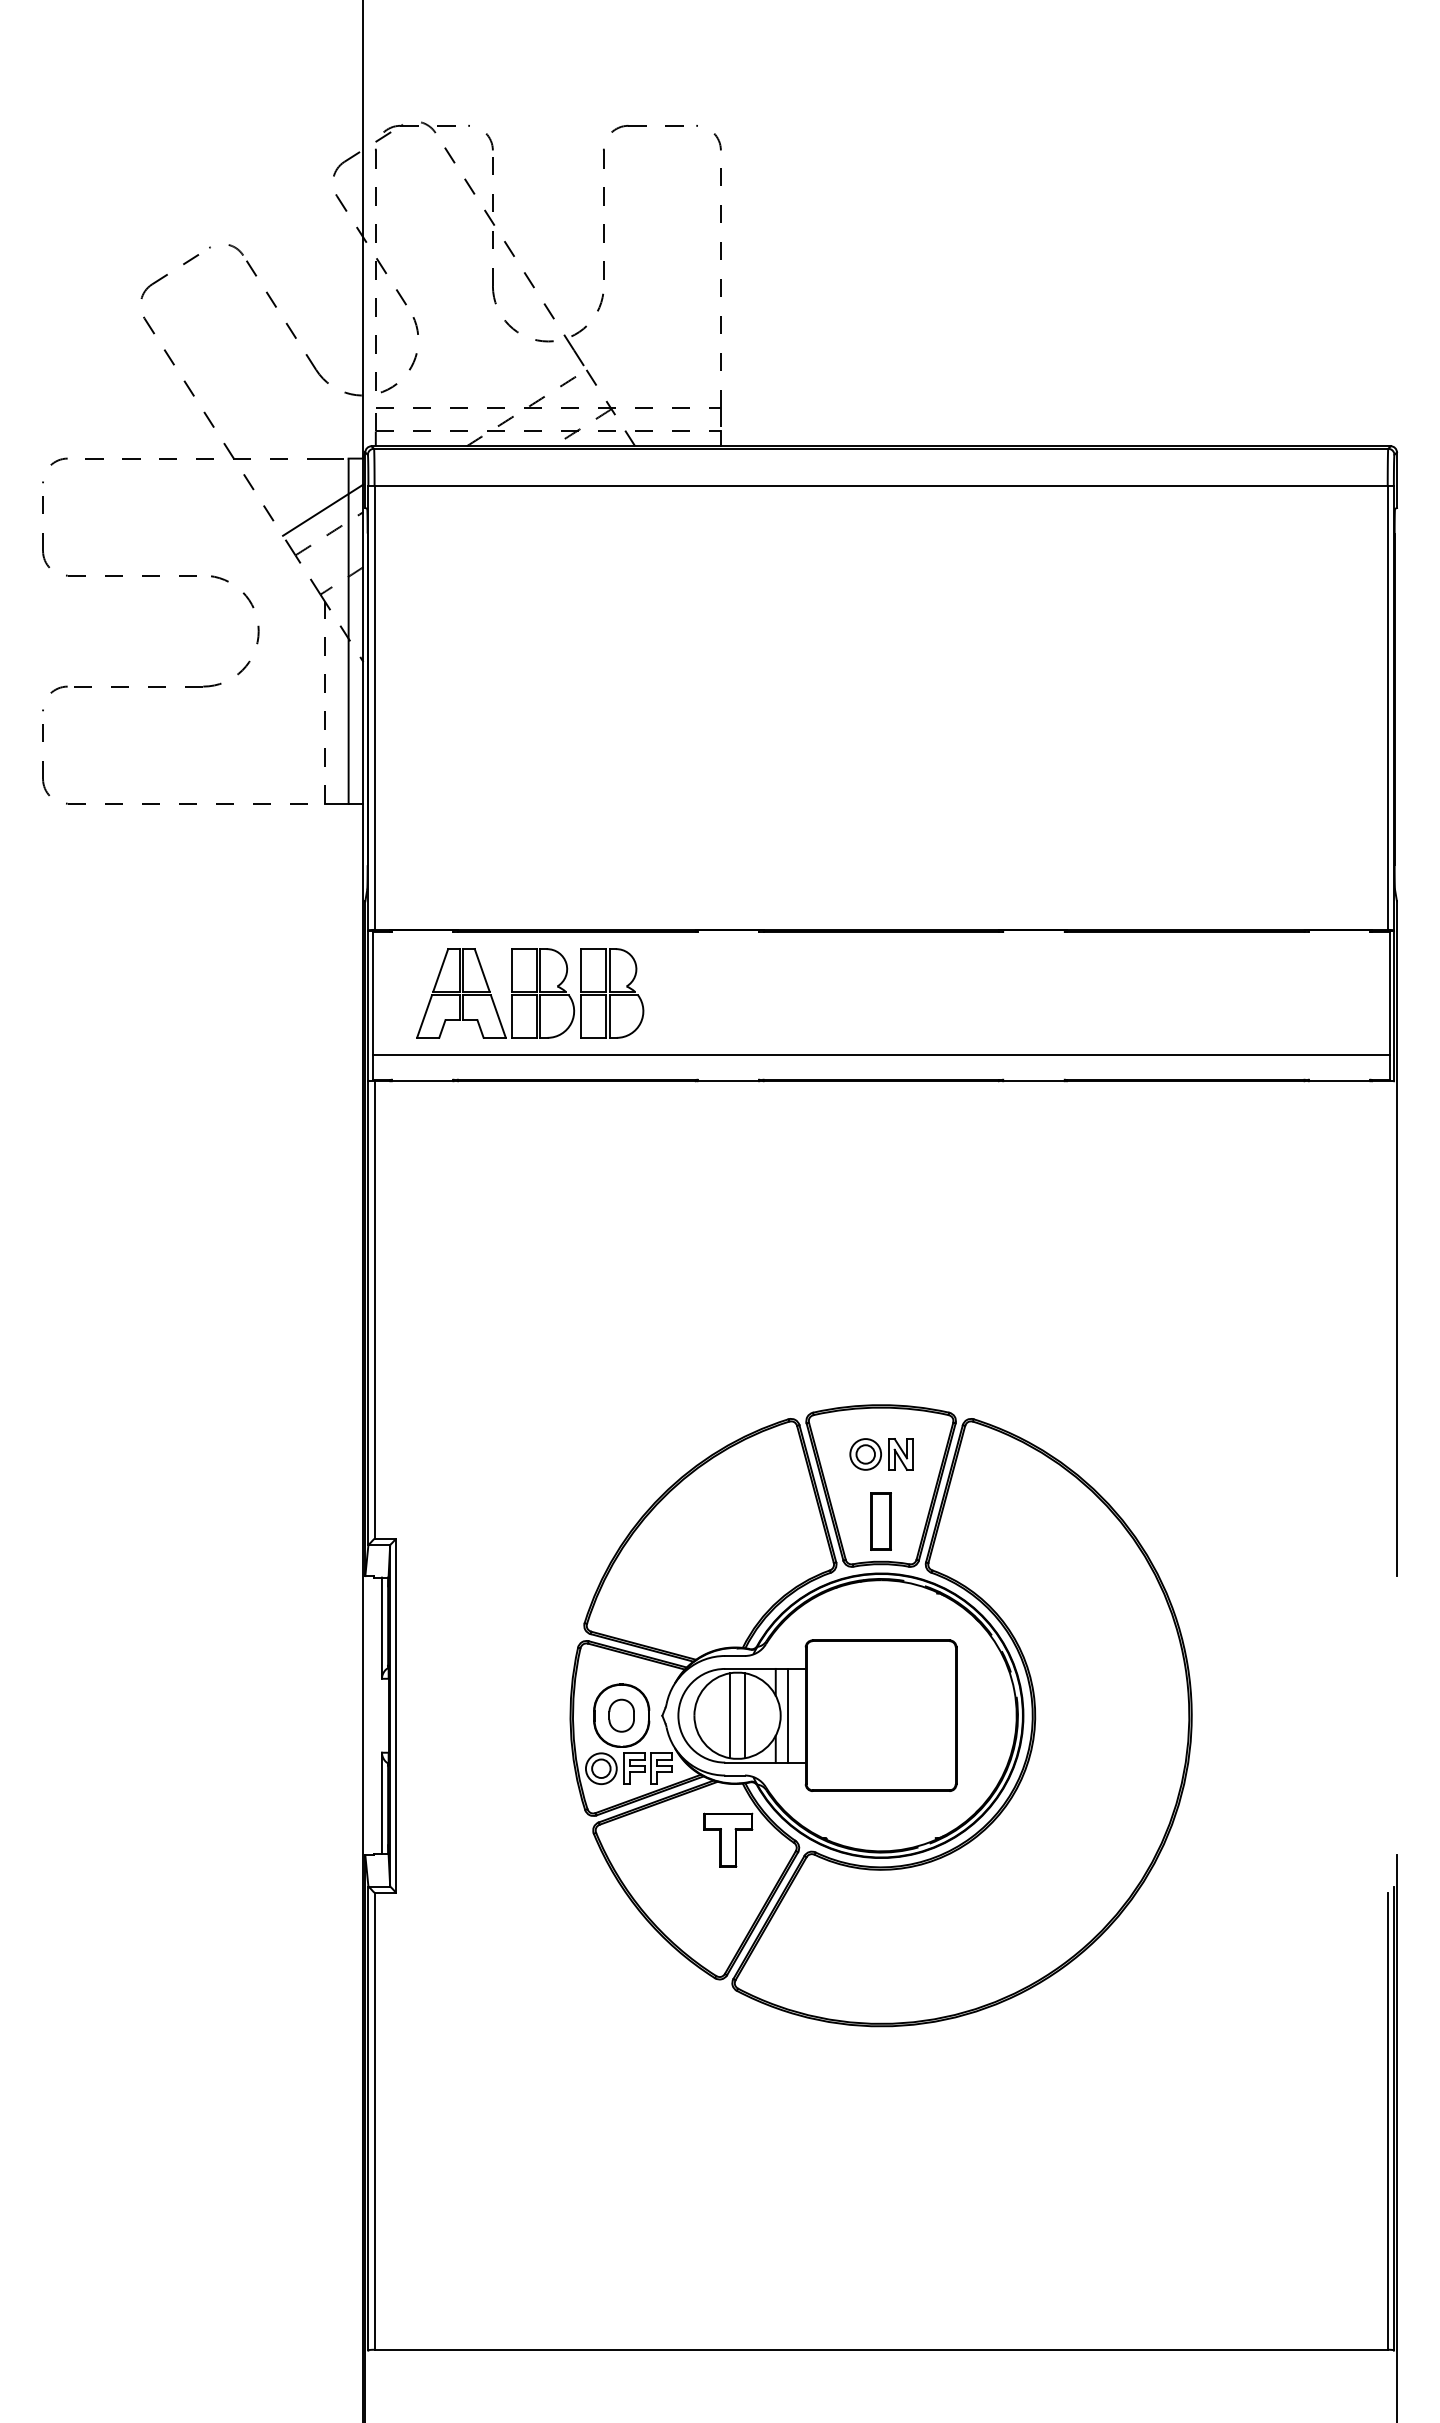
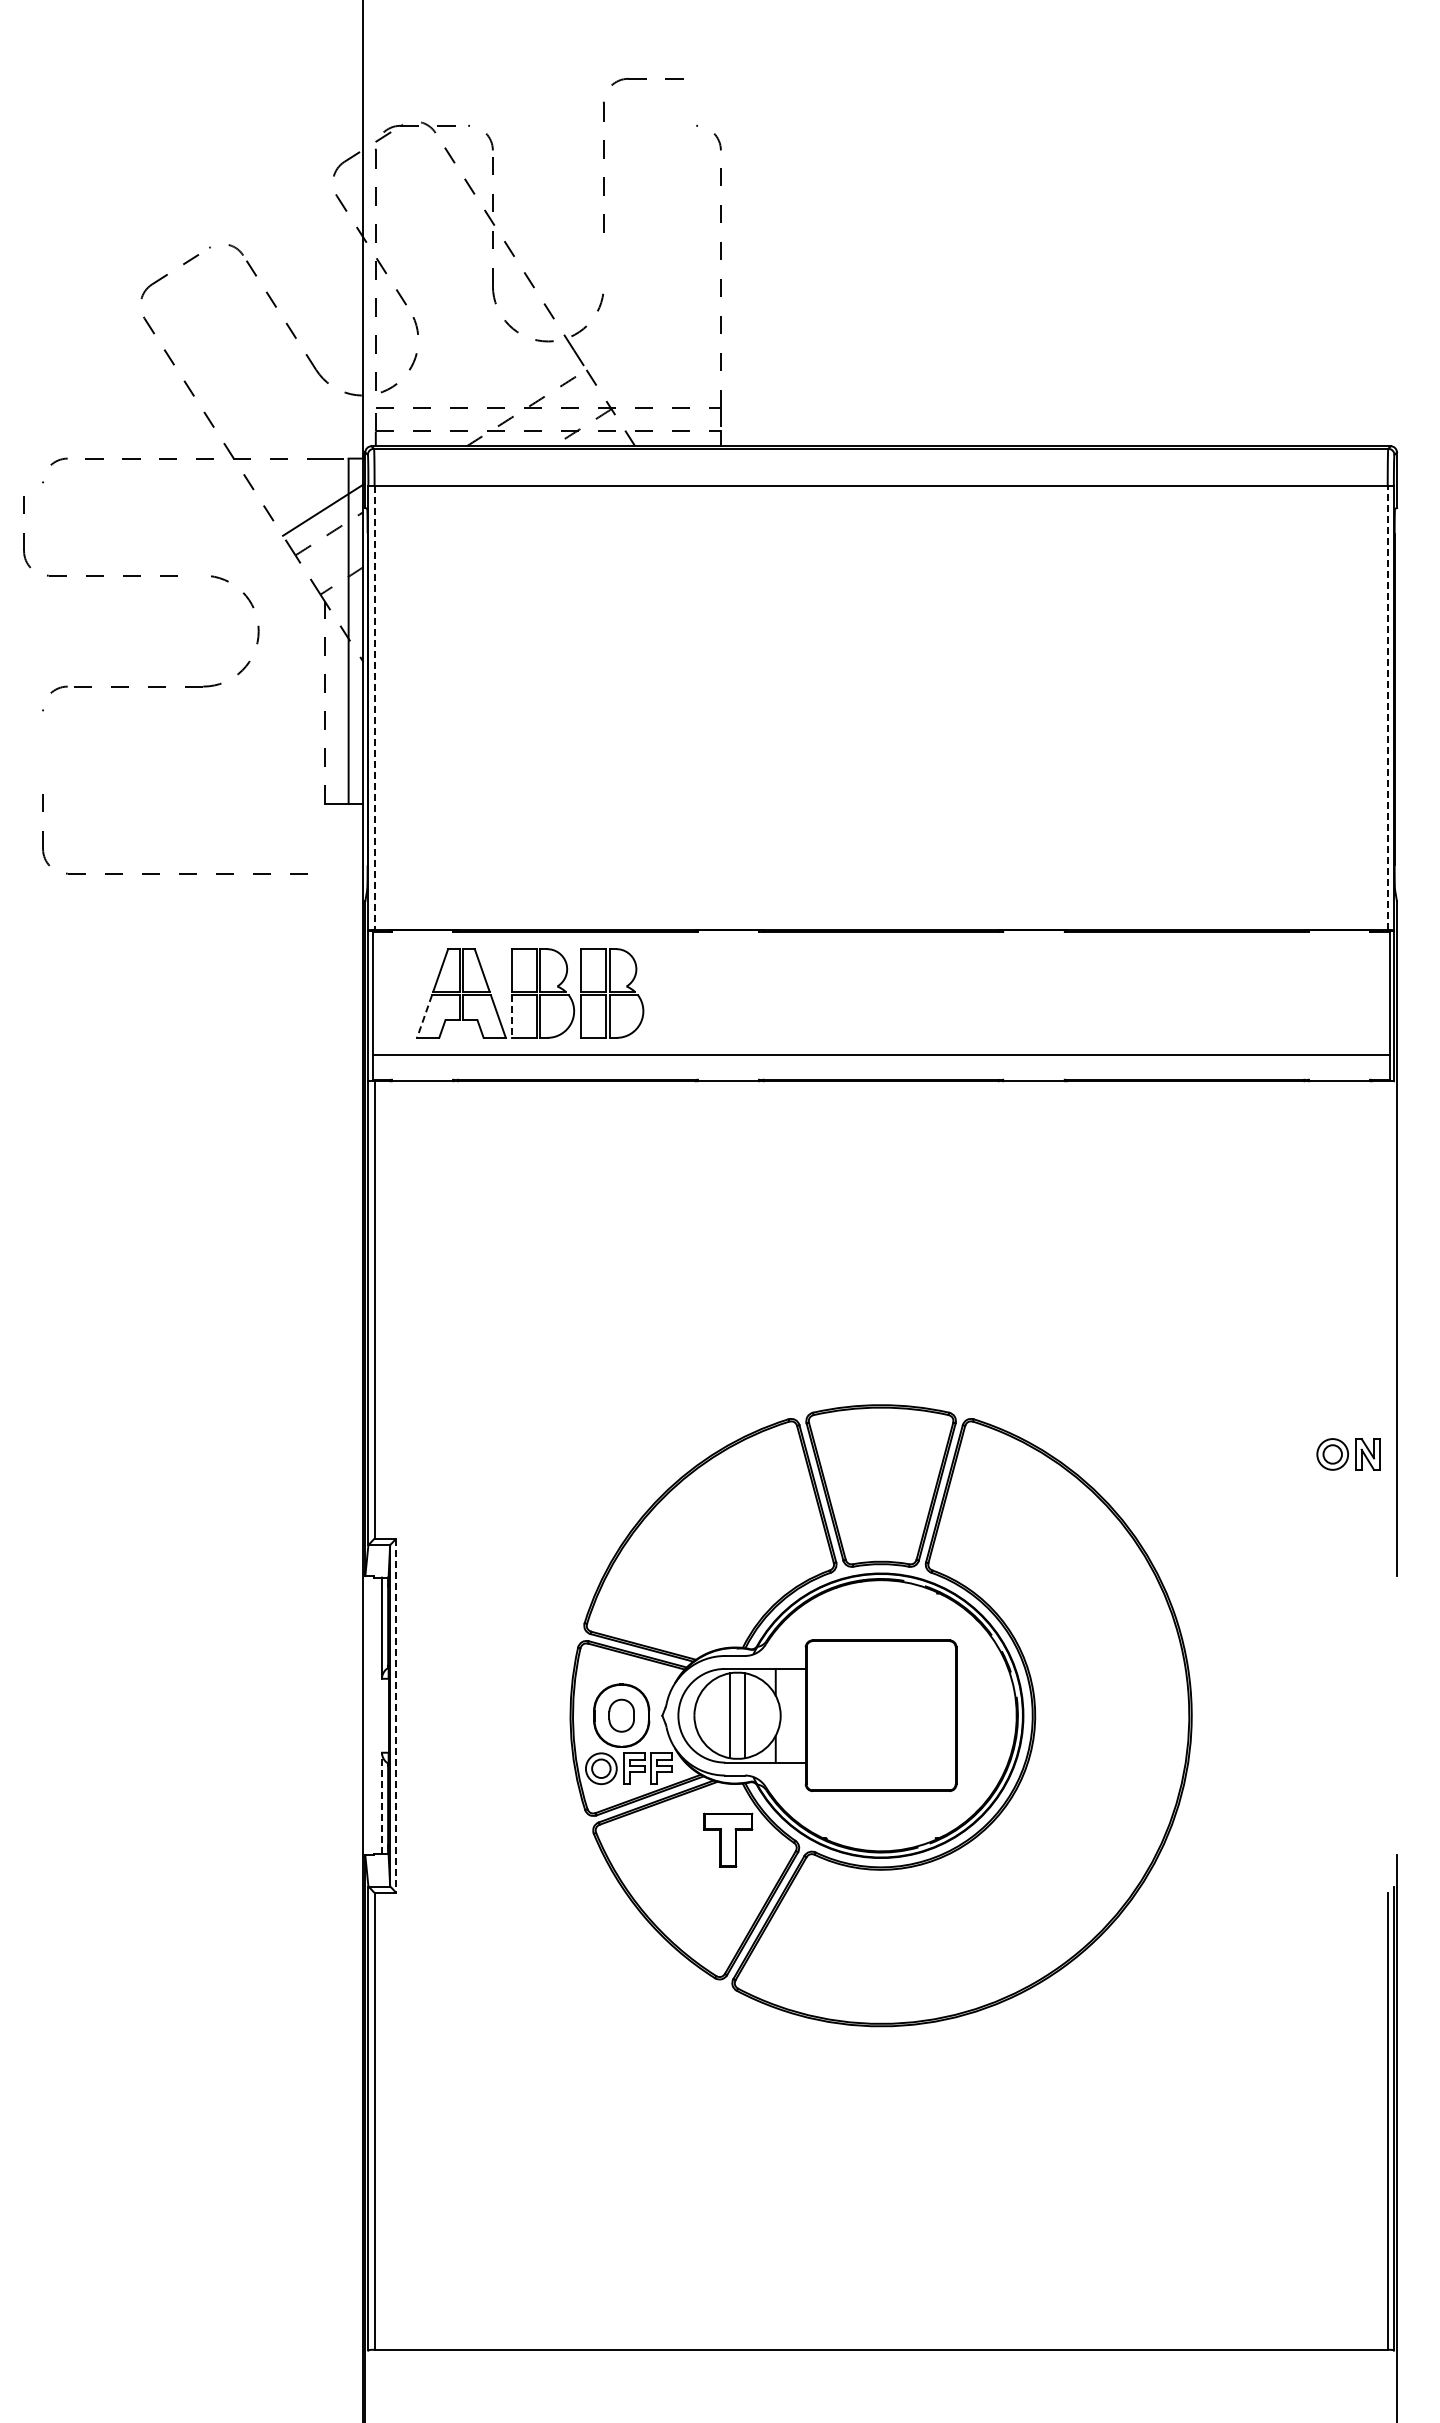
part at (604, 202) position: (604, 202) -> (604, 155)
part at (119, 575) position: (119, 575) -> (100, 575)
line at (1387, 707): solid -> dashed
line at (374, 708): solid -> dashed
part at (179, 803) position: (179, 803) -> (179, 873)
line at (424, 1016): solid -> dashed
line at (512, 1017): solid -> dashed
part at (881, 1454) position: (881, 1454) -> (1348, 1454)
part at (880, 1521): present -> none
line at (396, 1715): solid -> dashed
line at (788, 1715): present -> none
line at (381, 1803): solid -> dashed
